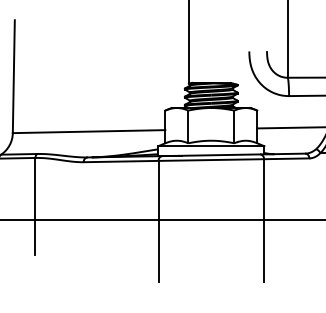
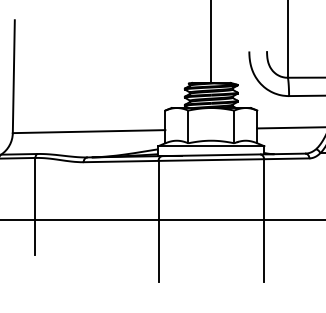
line at (189, 42) position: (189, 42) -> (211, 42)
